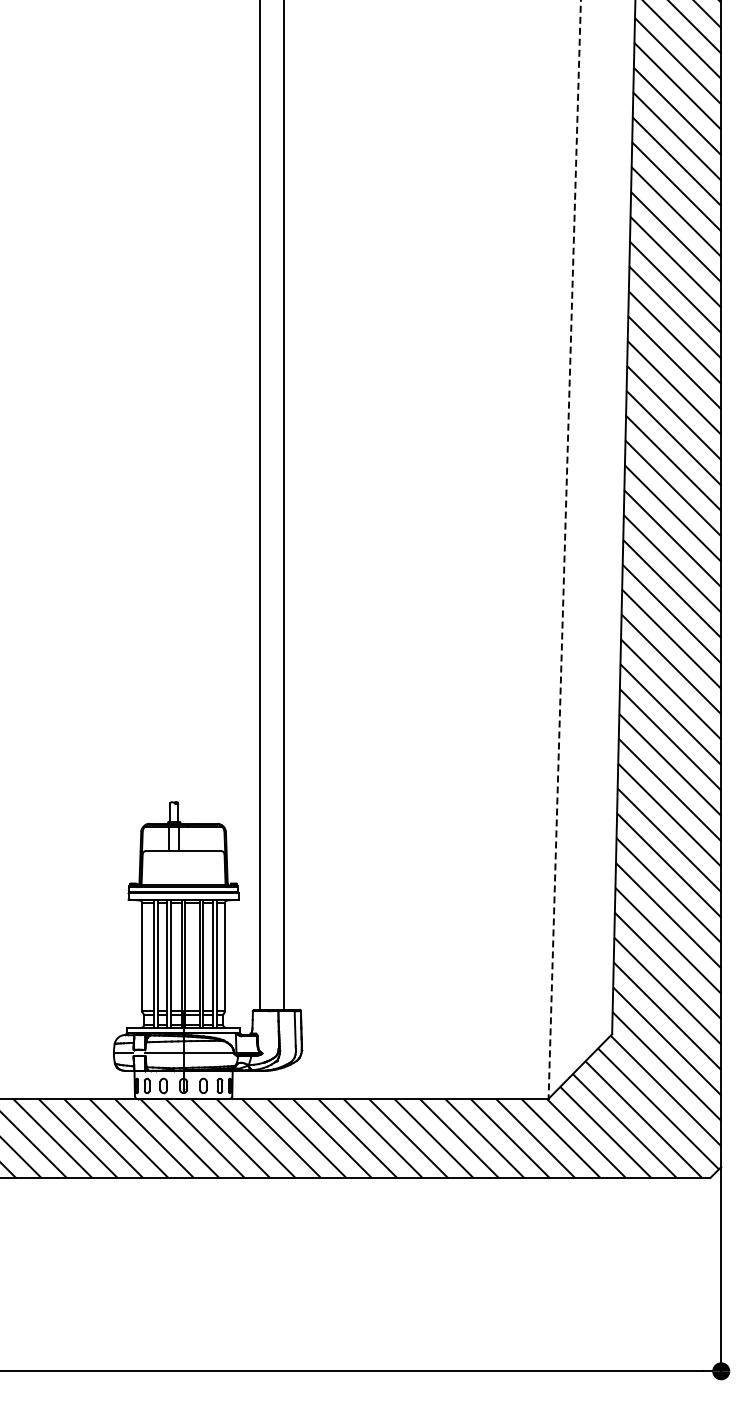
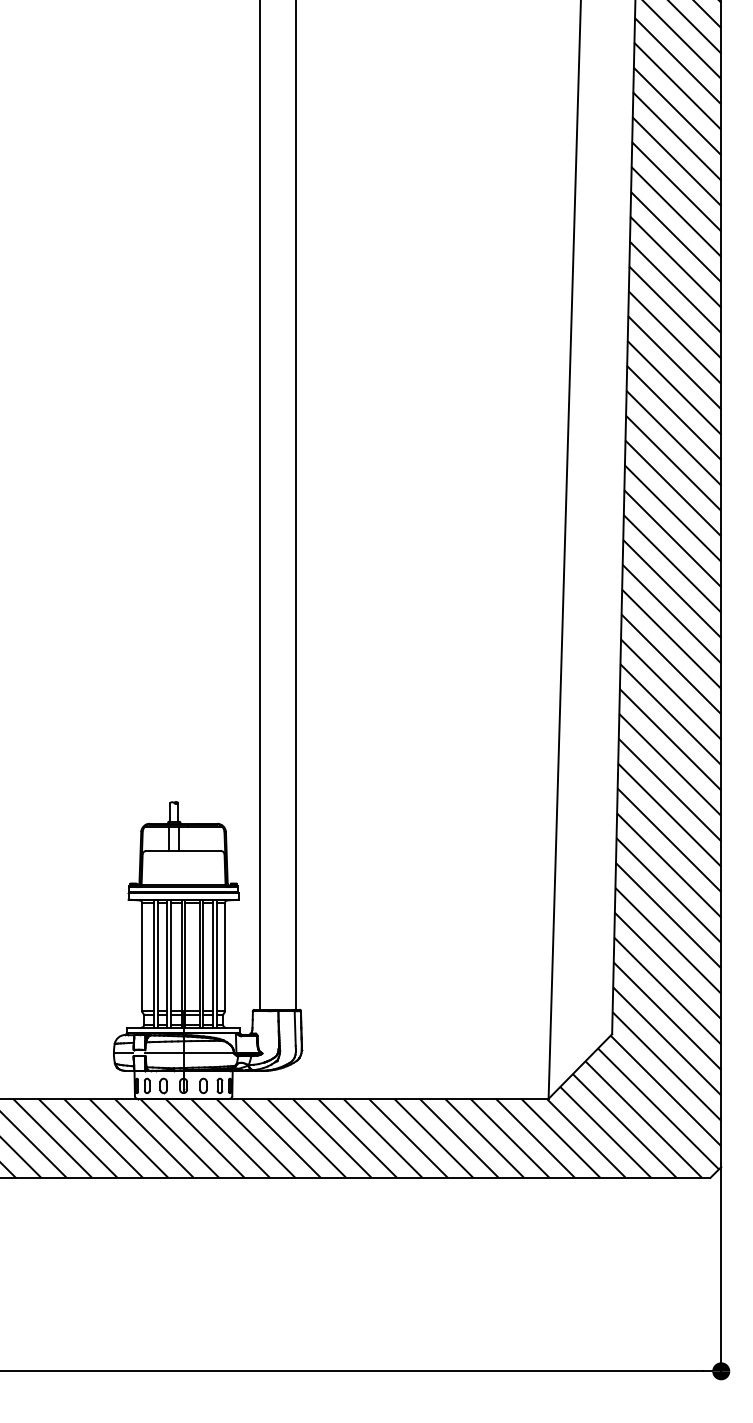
line at (284, 505) position: (284, 505) -> (296, 505)
line at (564, 550): dashed -> solid
